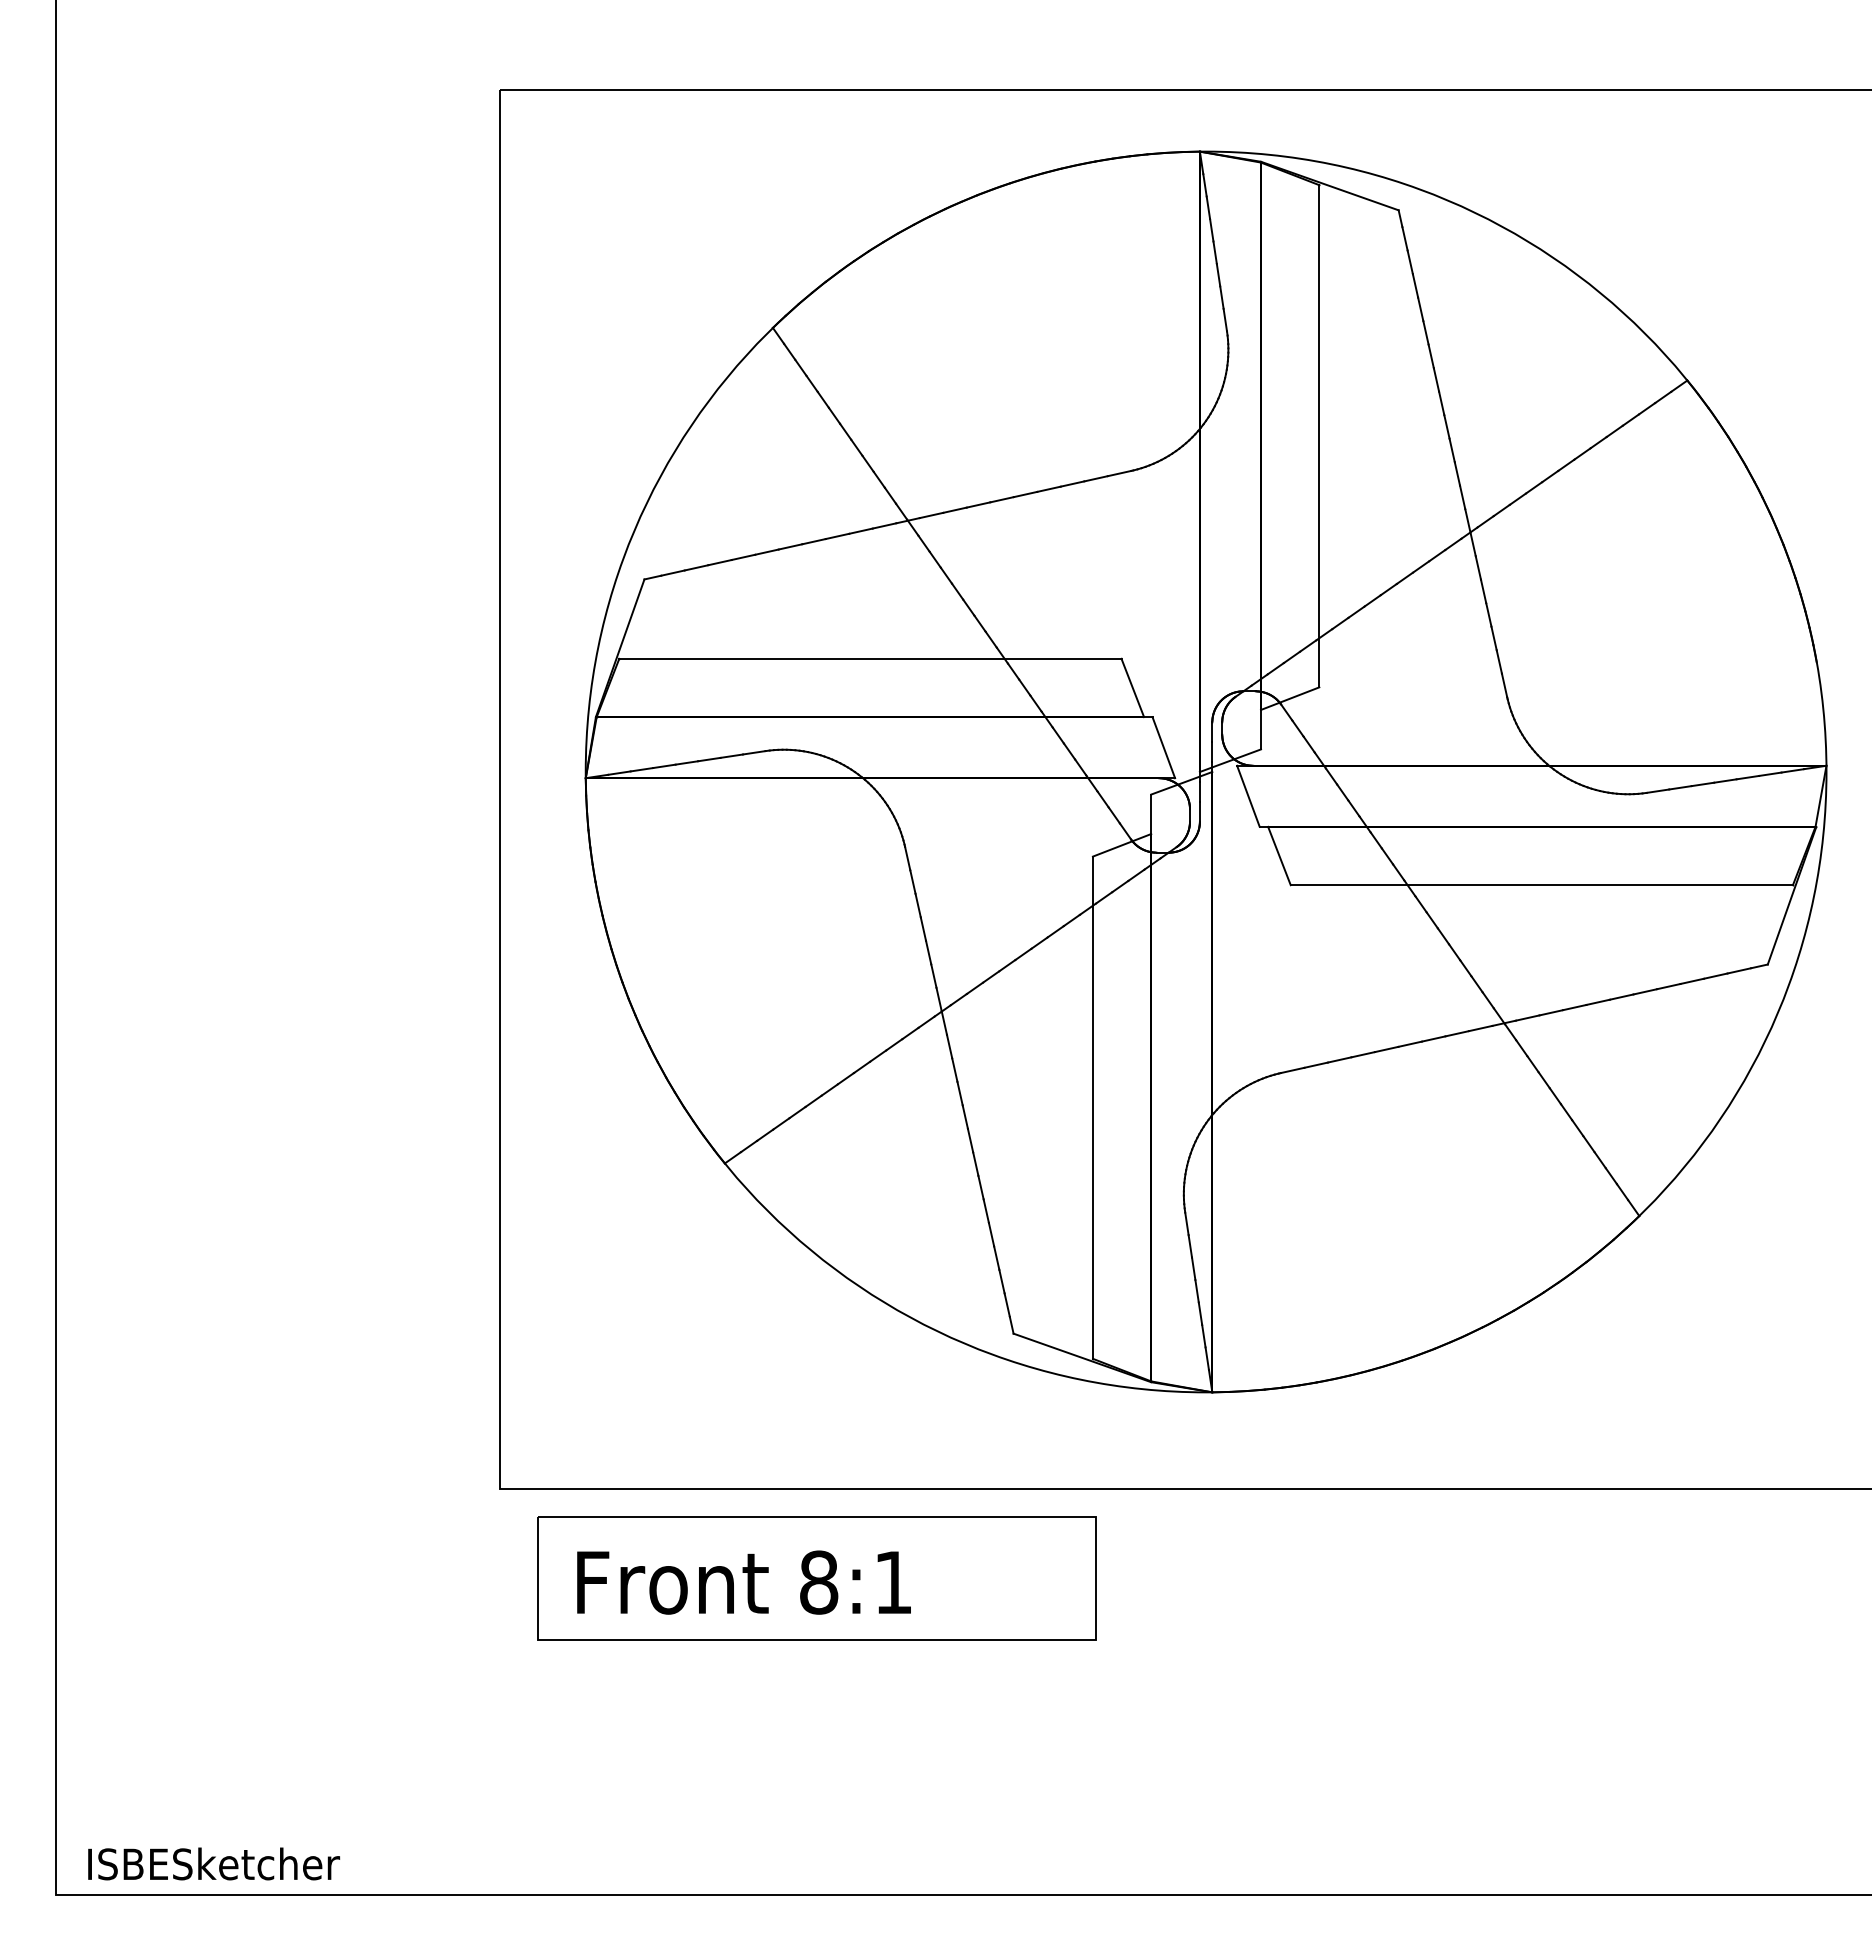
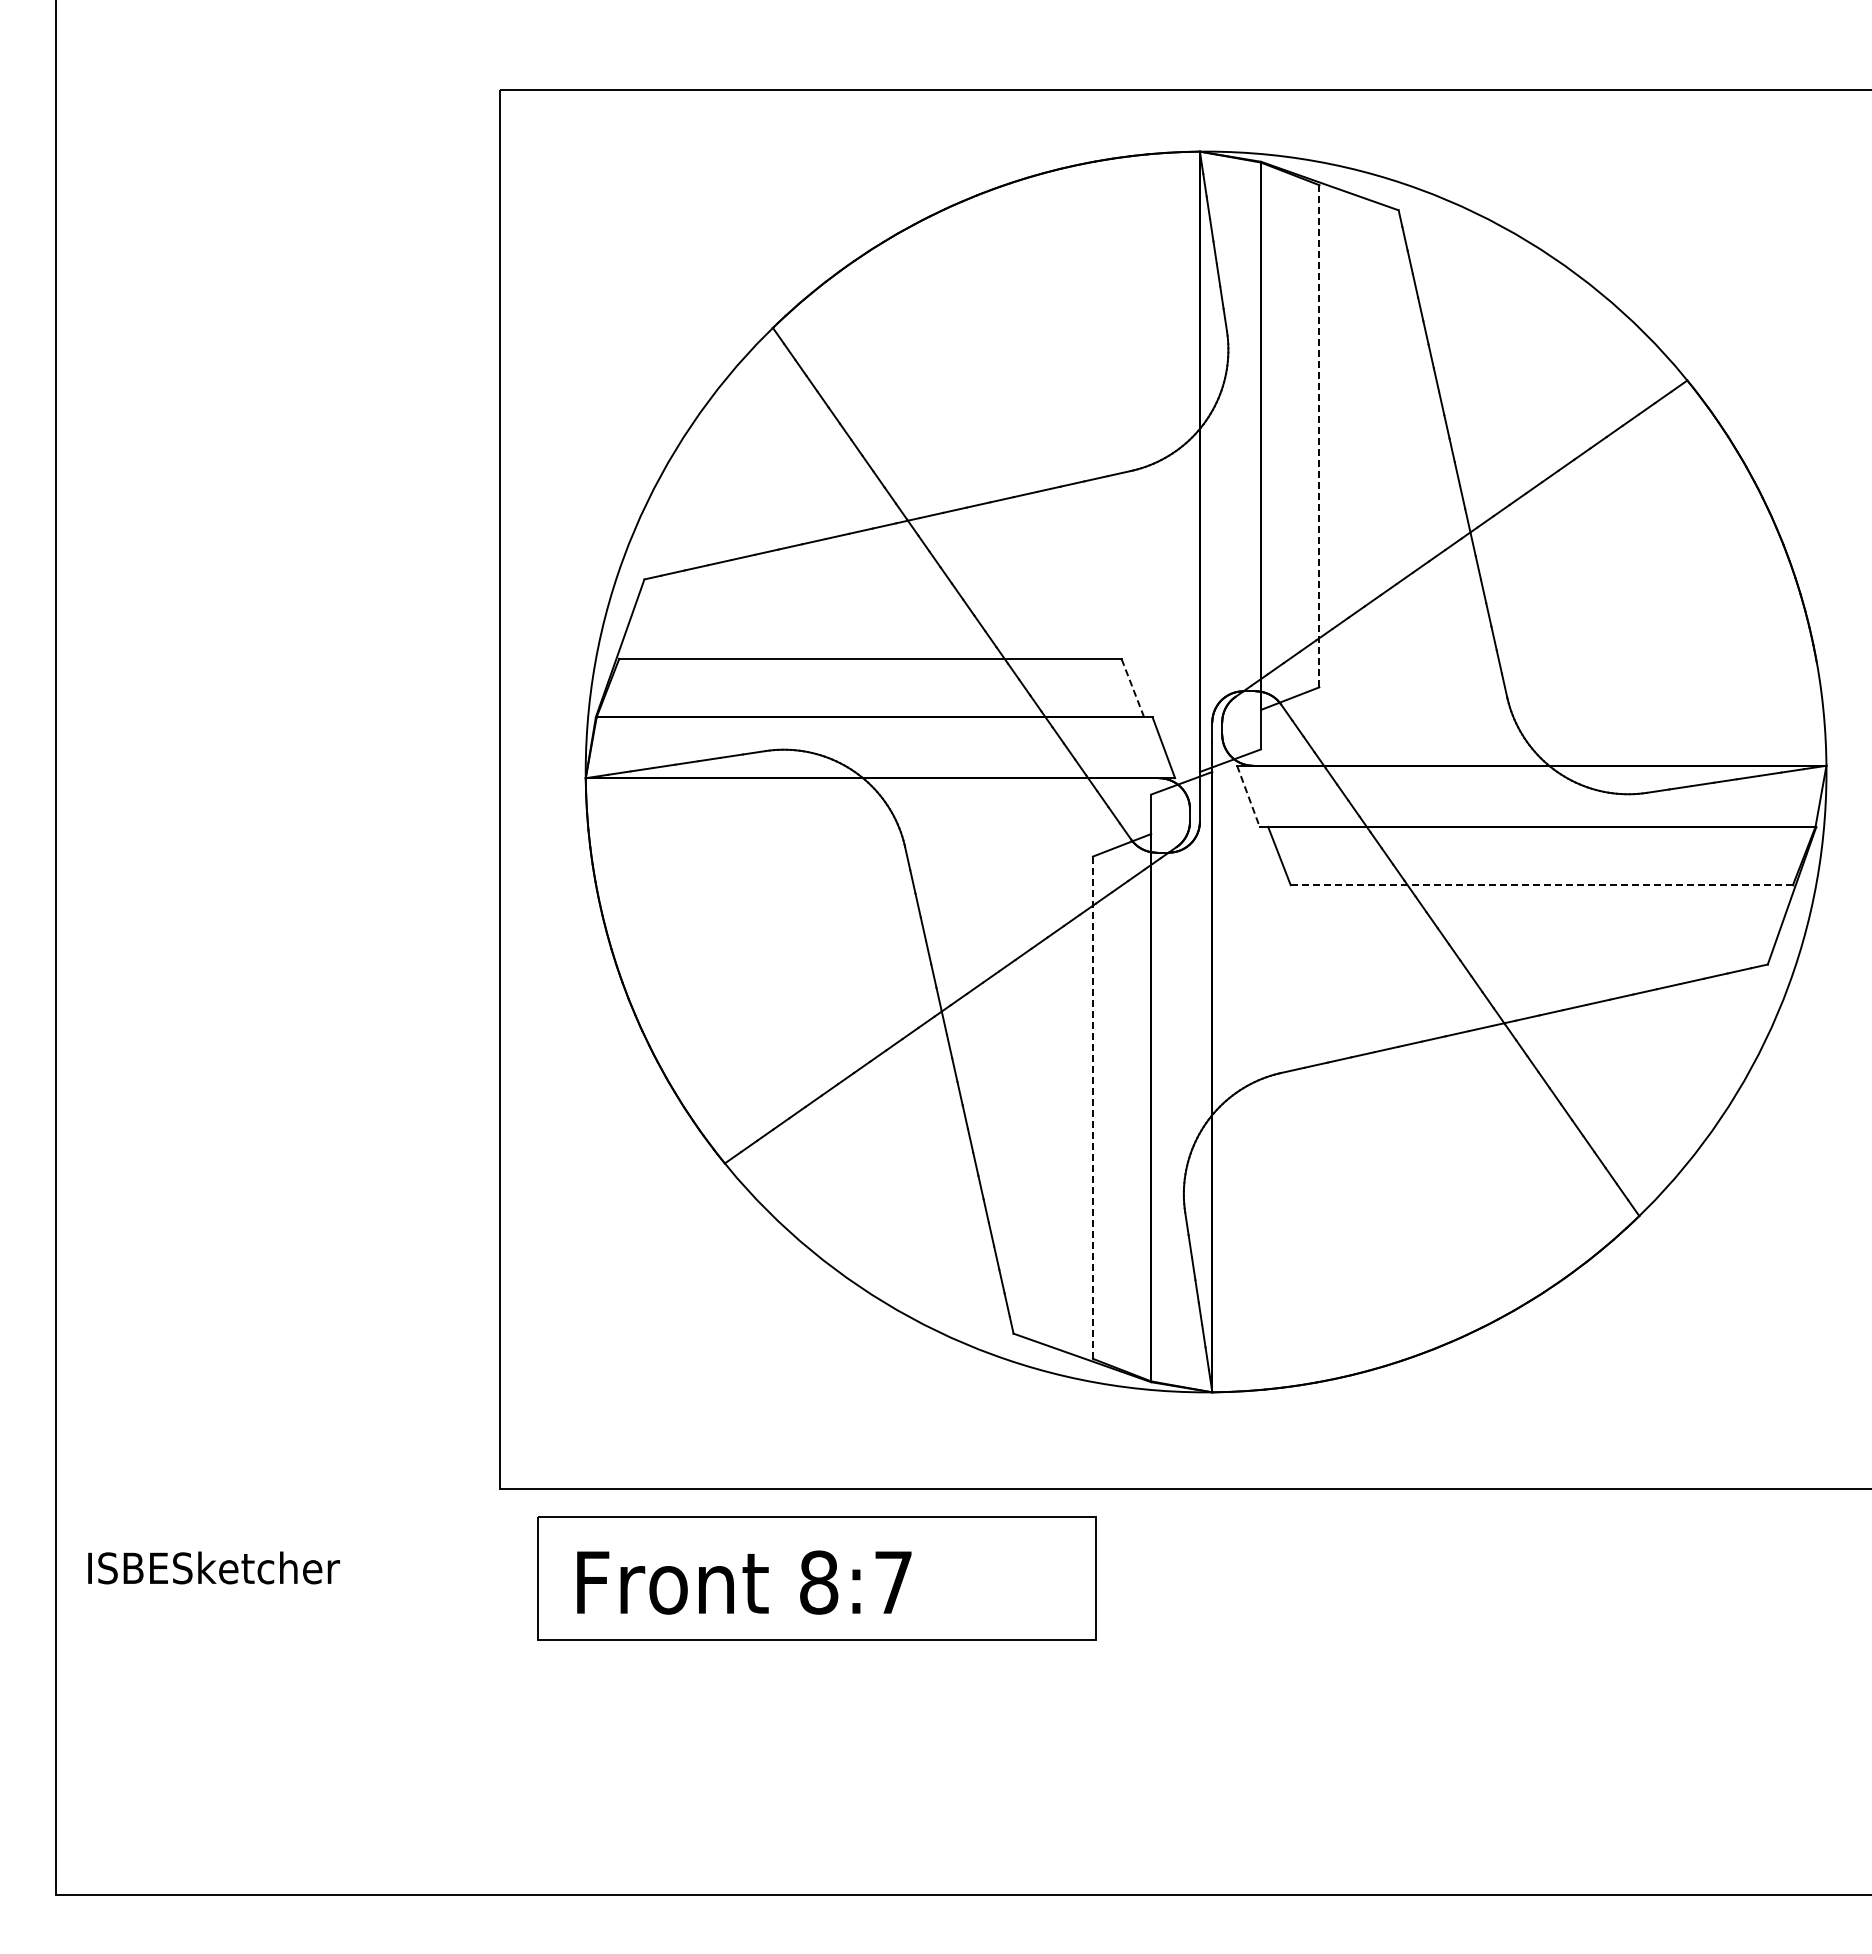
line at (1319, 435): solid -> dashed
line at (1132, 687): solid -> dashed
line at (1248, 796): solid -> dashed
line at (1542, 885): solid -> dashed
line at (1092, 1108): solid -> dashed
text at (893, 1582): 8:1 -> 8:7
text at (214, 1863) position: (214, 1863) -> (214, 1567)
